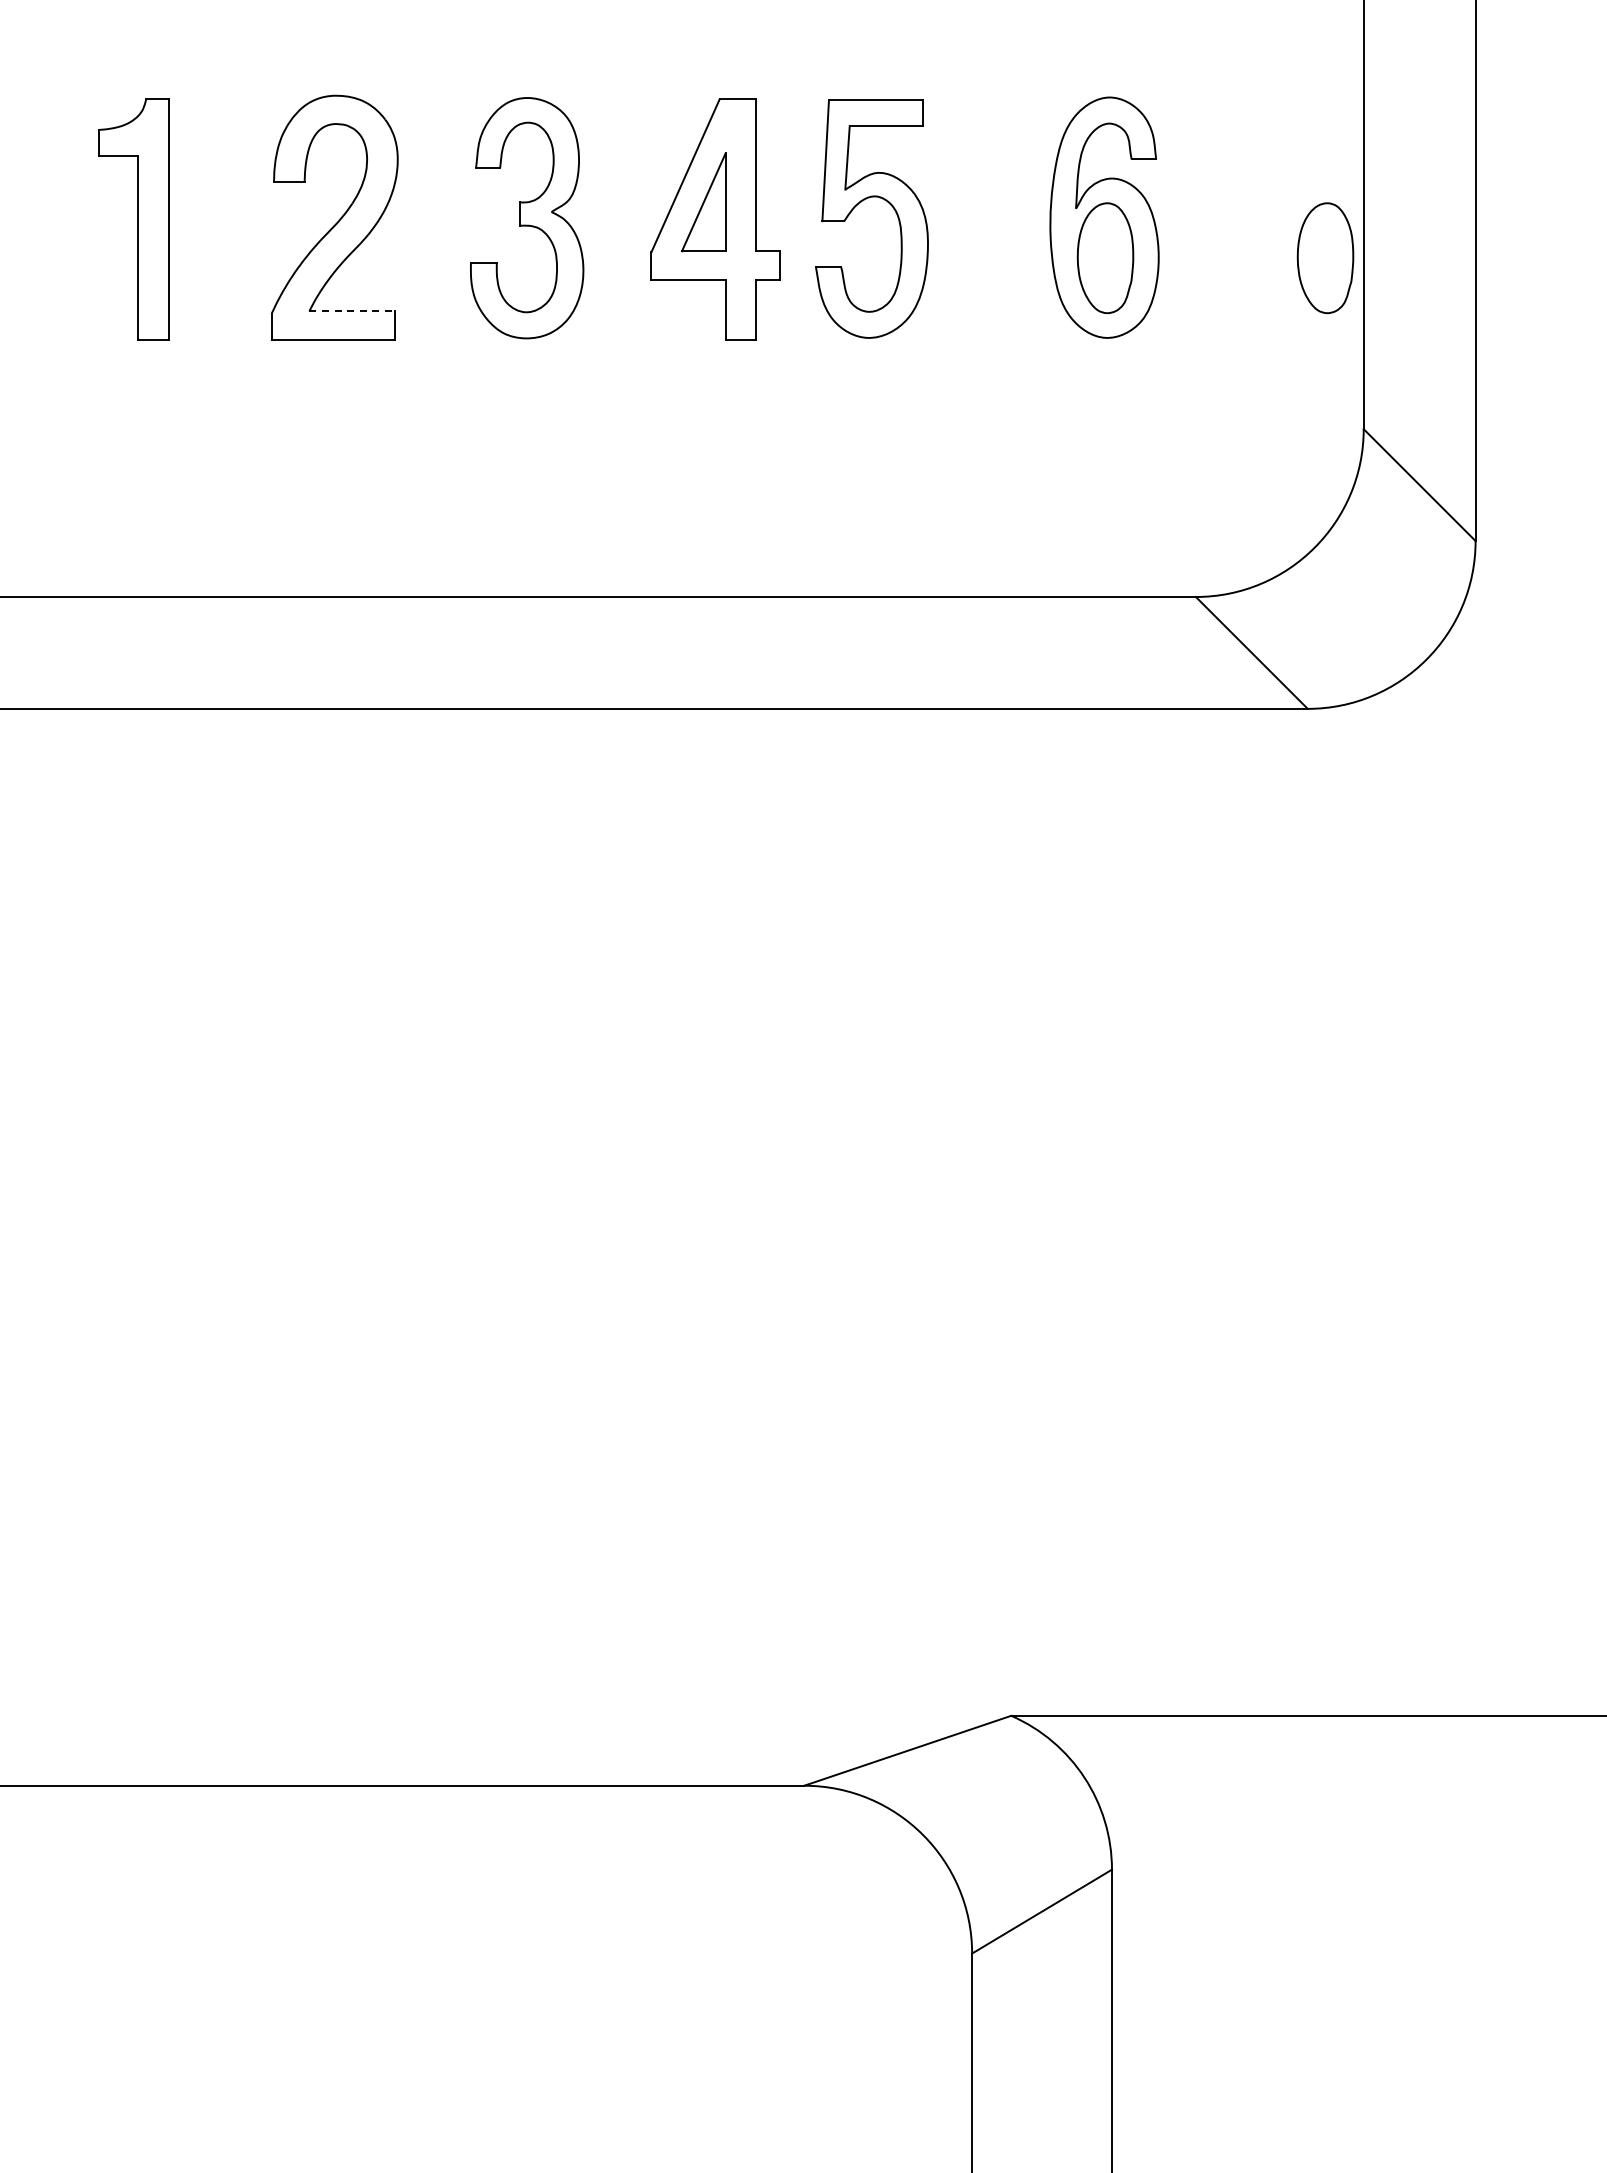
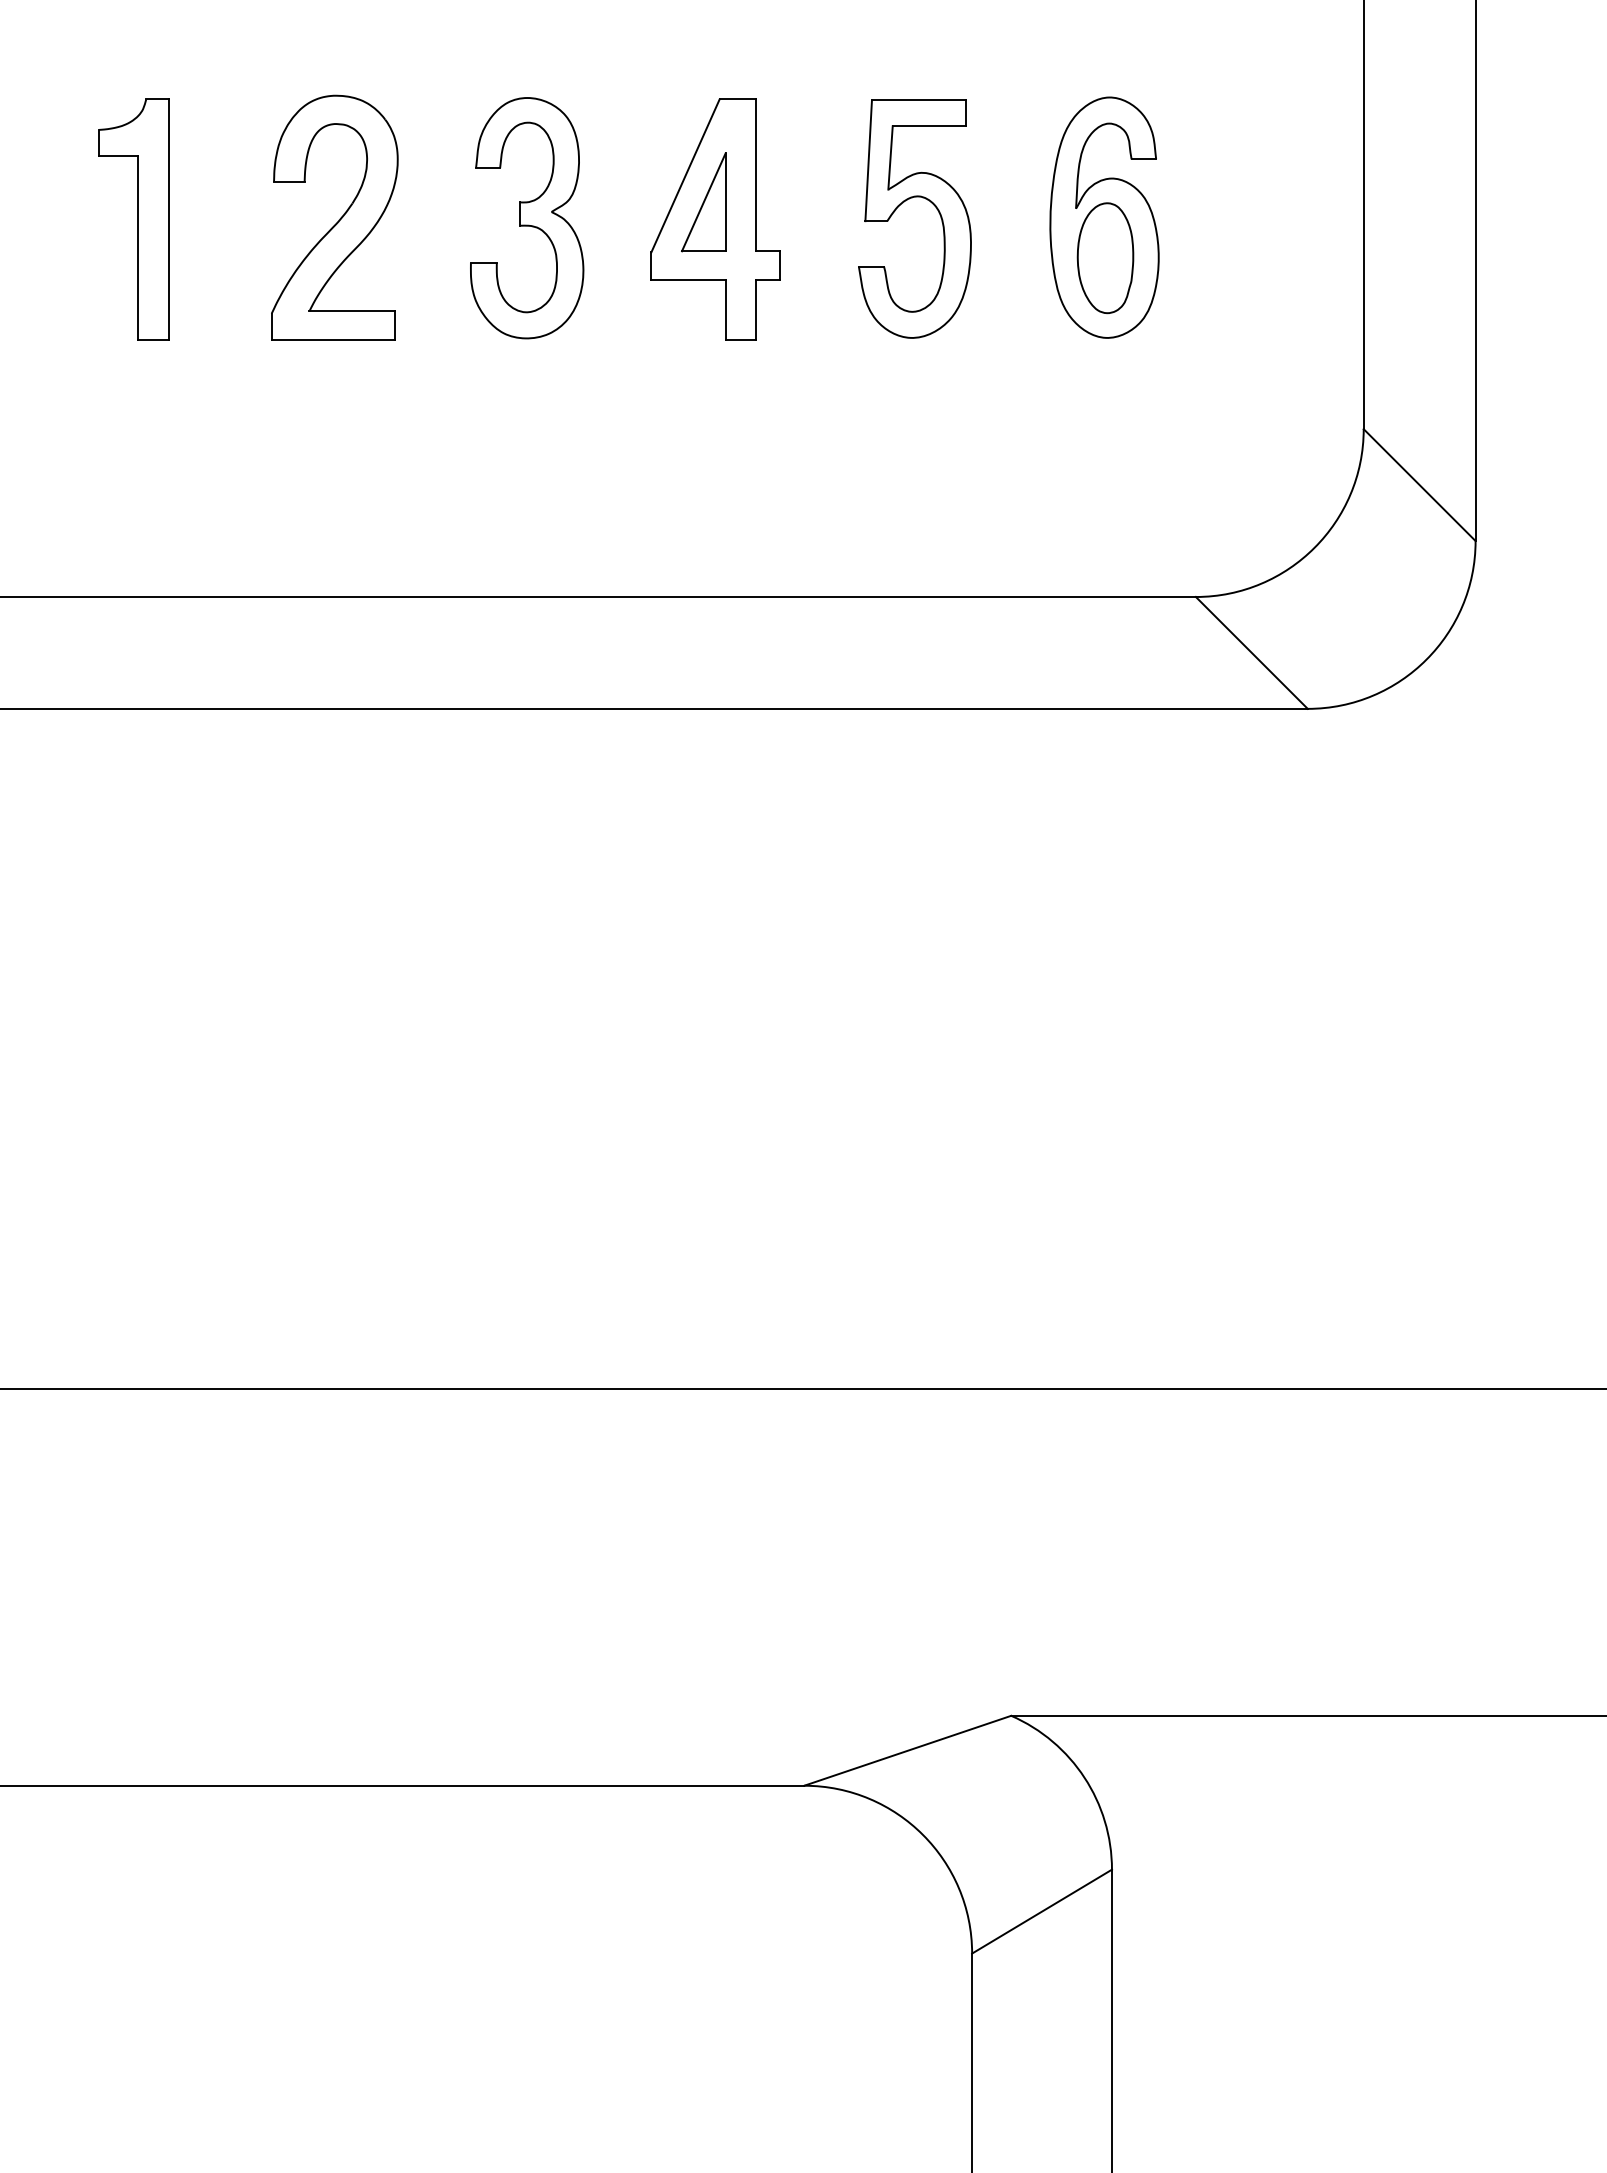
part at (860, 203) position: (860, 203) -> (903, 203)
part at (1325, 258): present -> none
line at (352, 311): dashed -> solid
line at (802, 1389): none -> present
